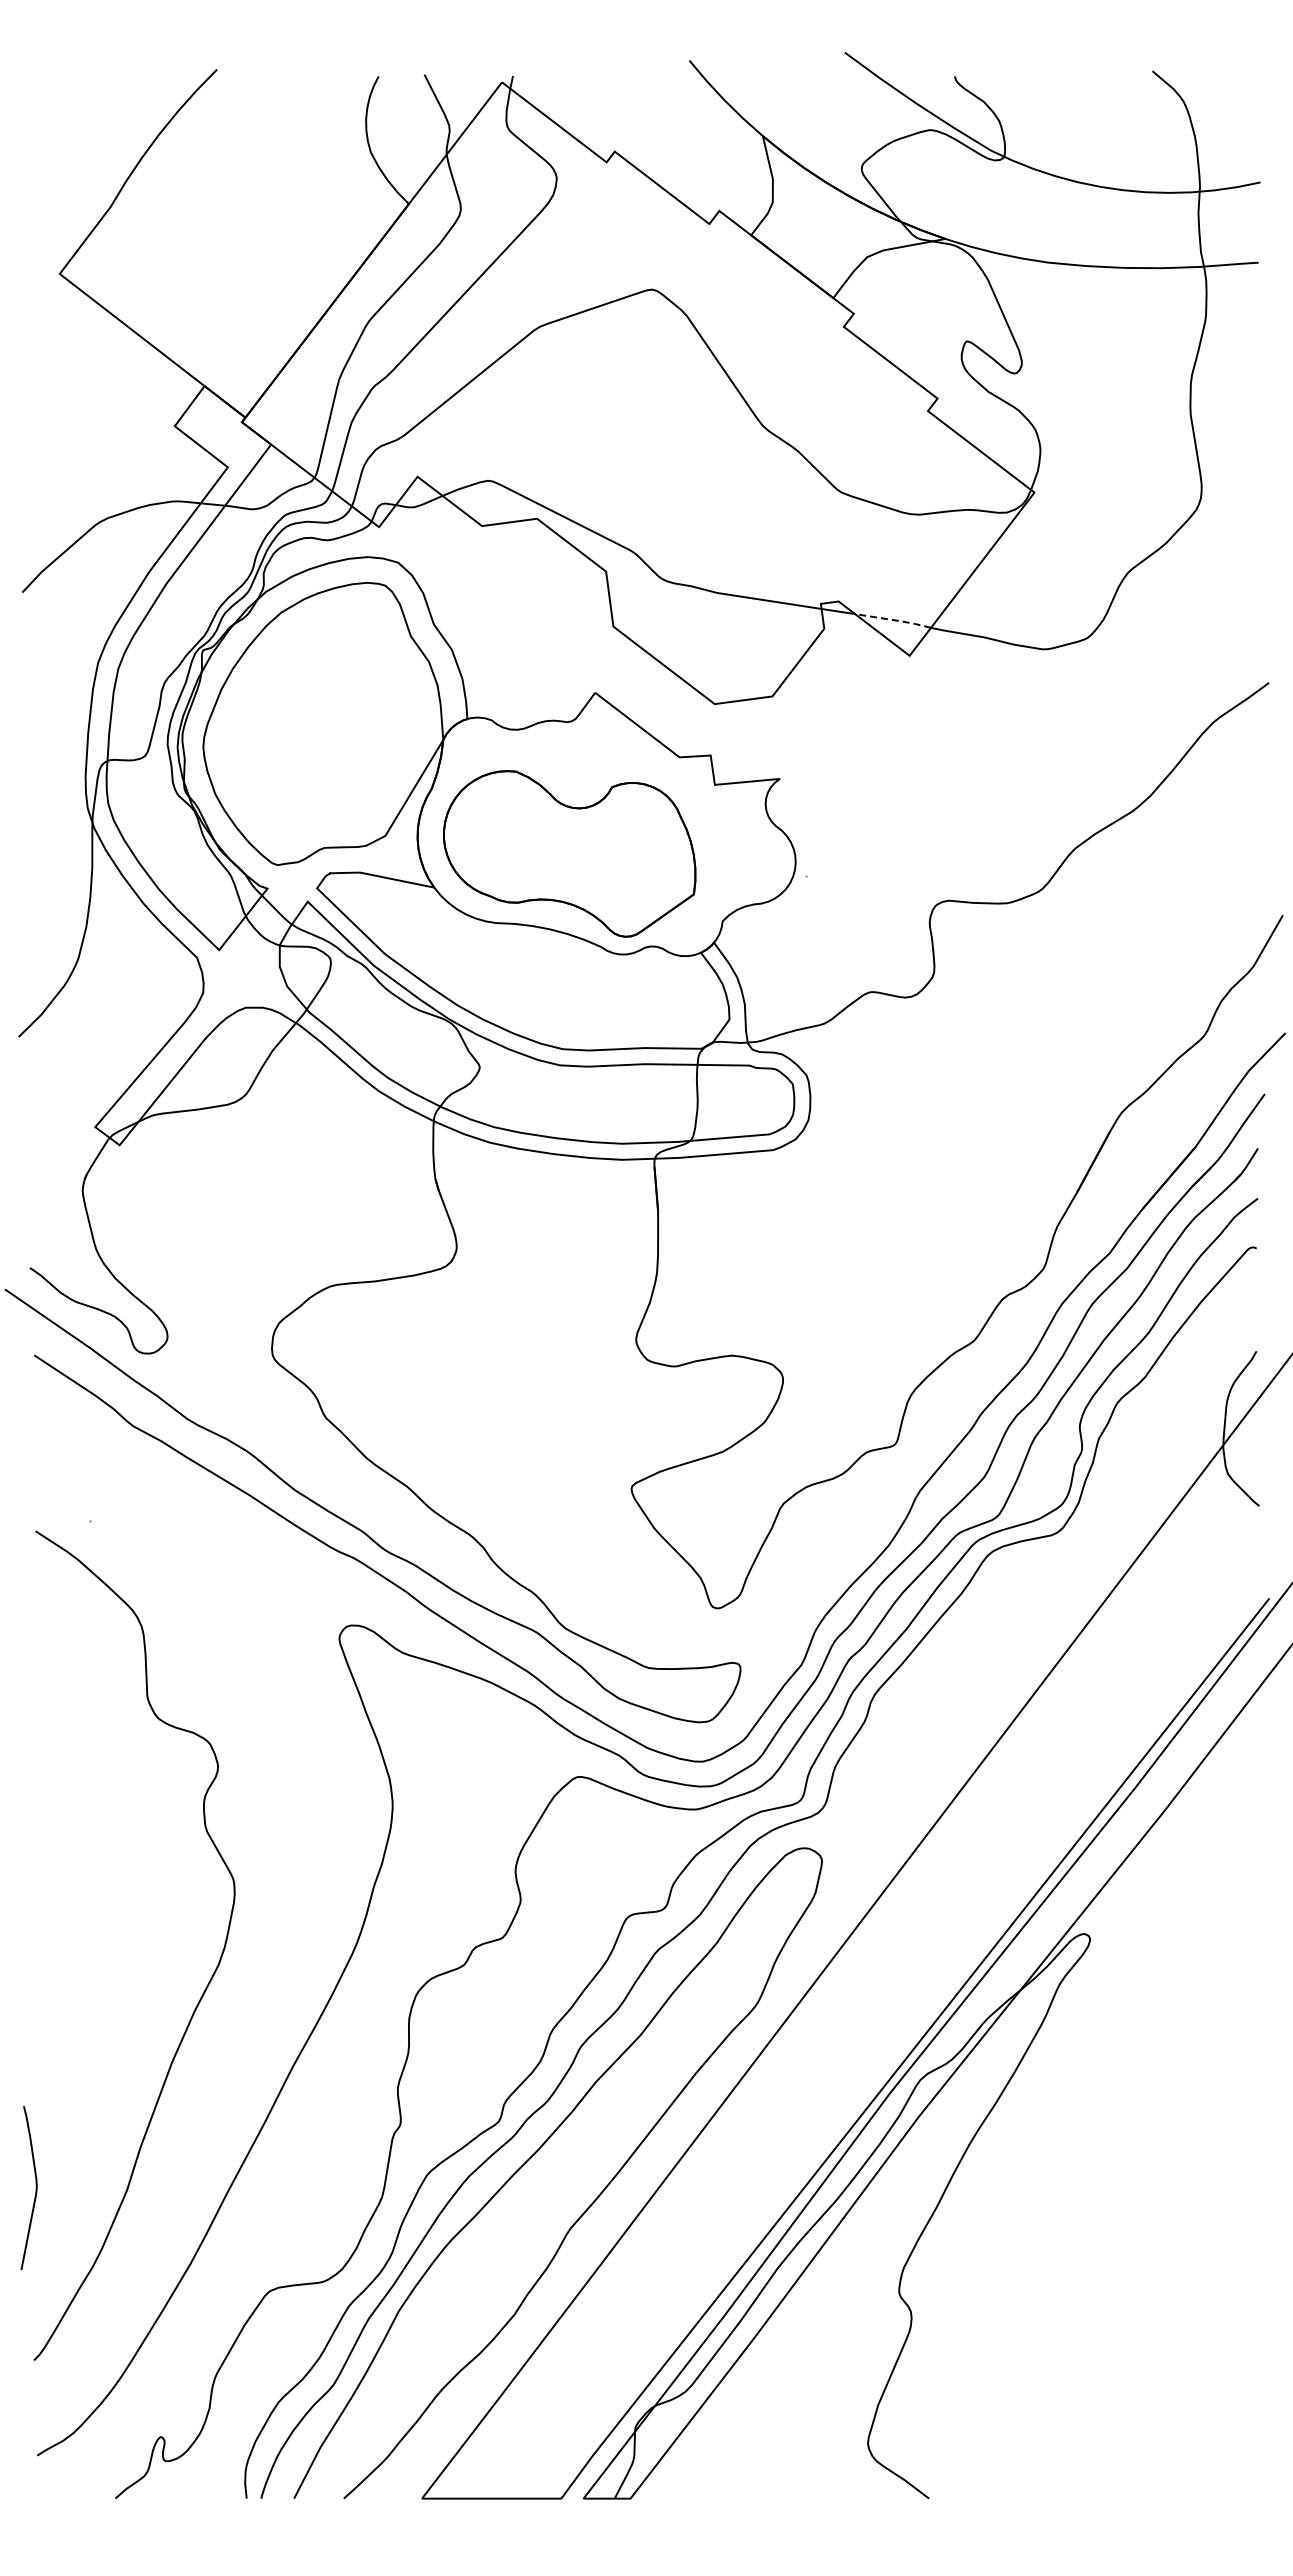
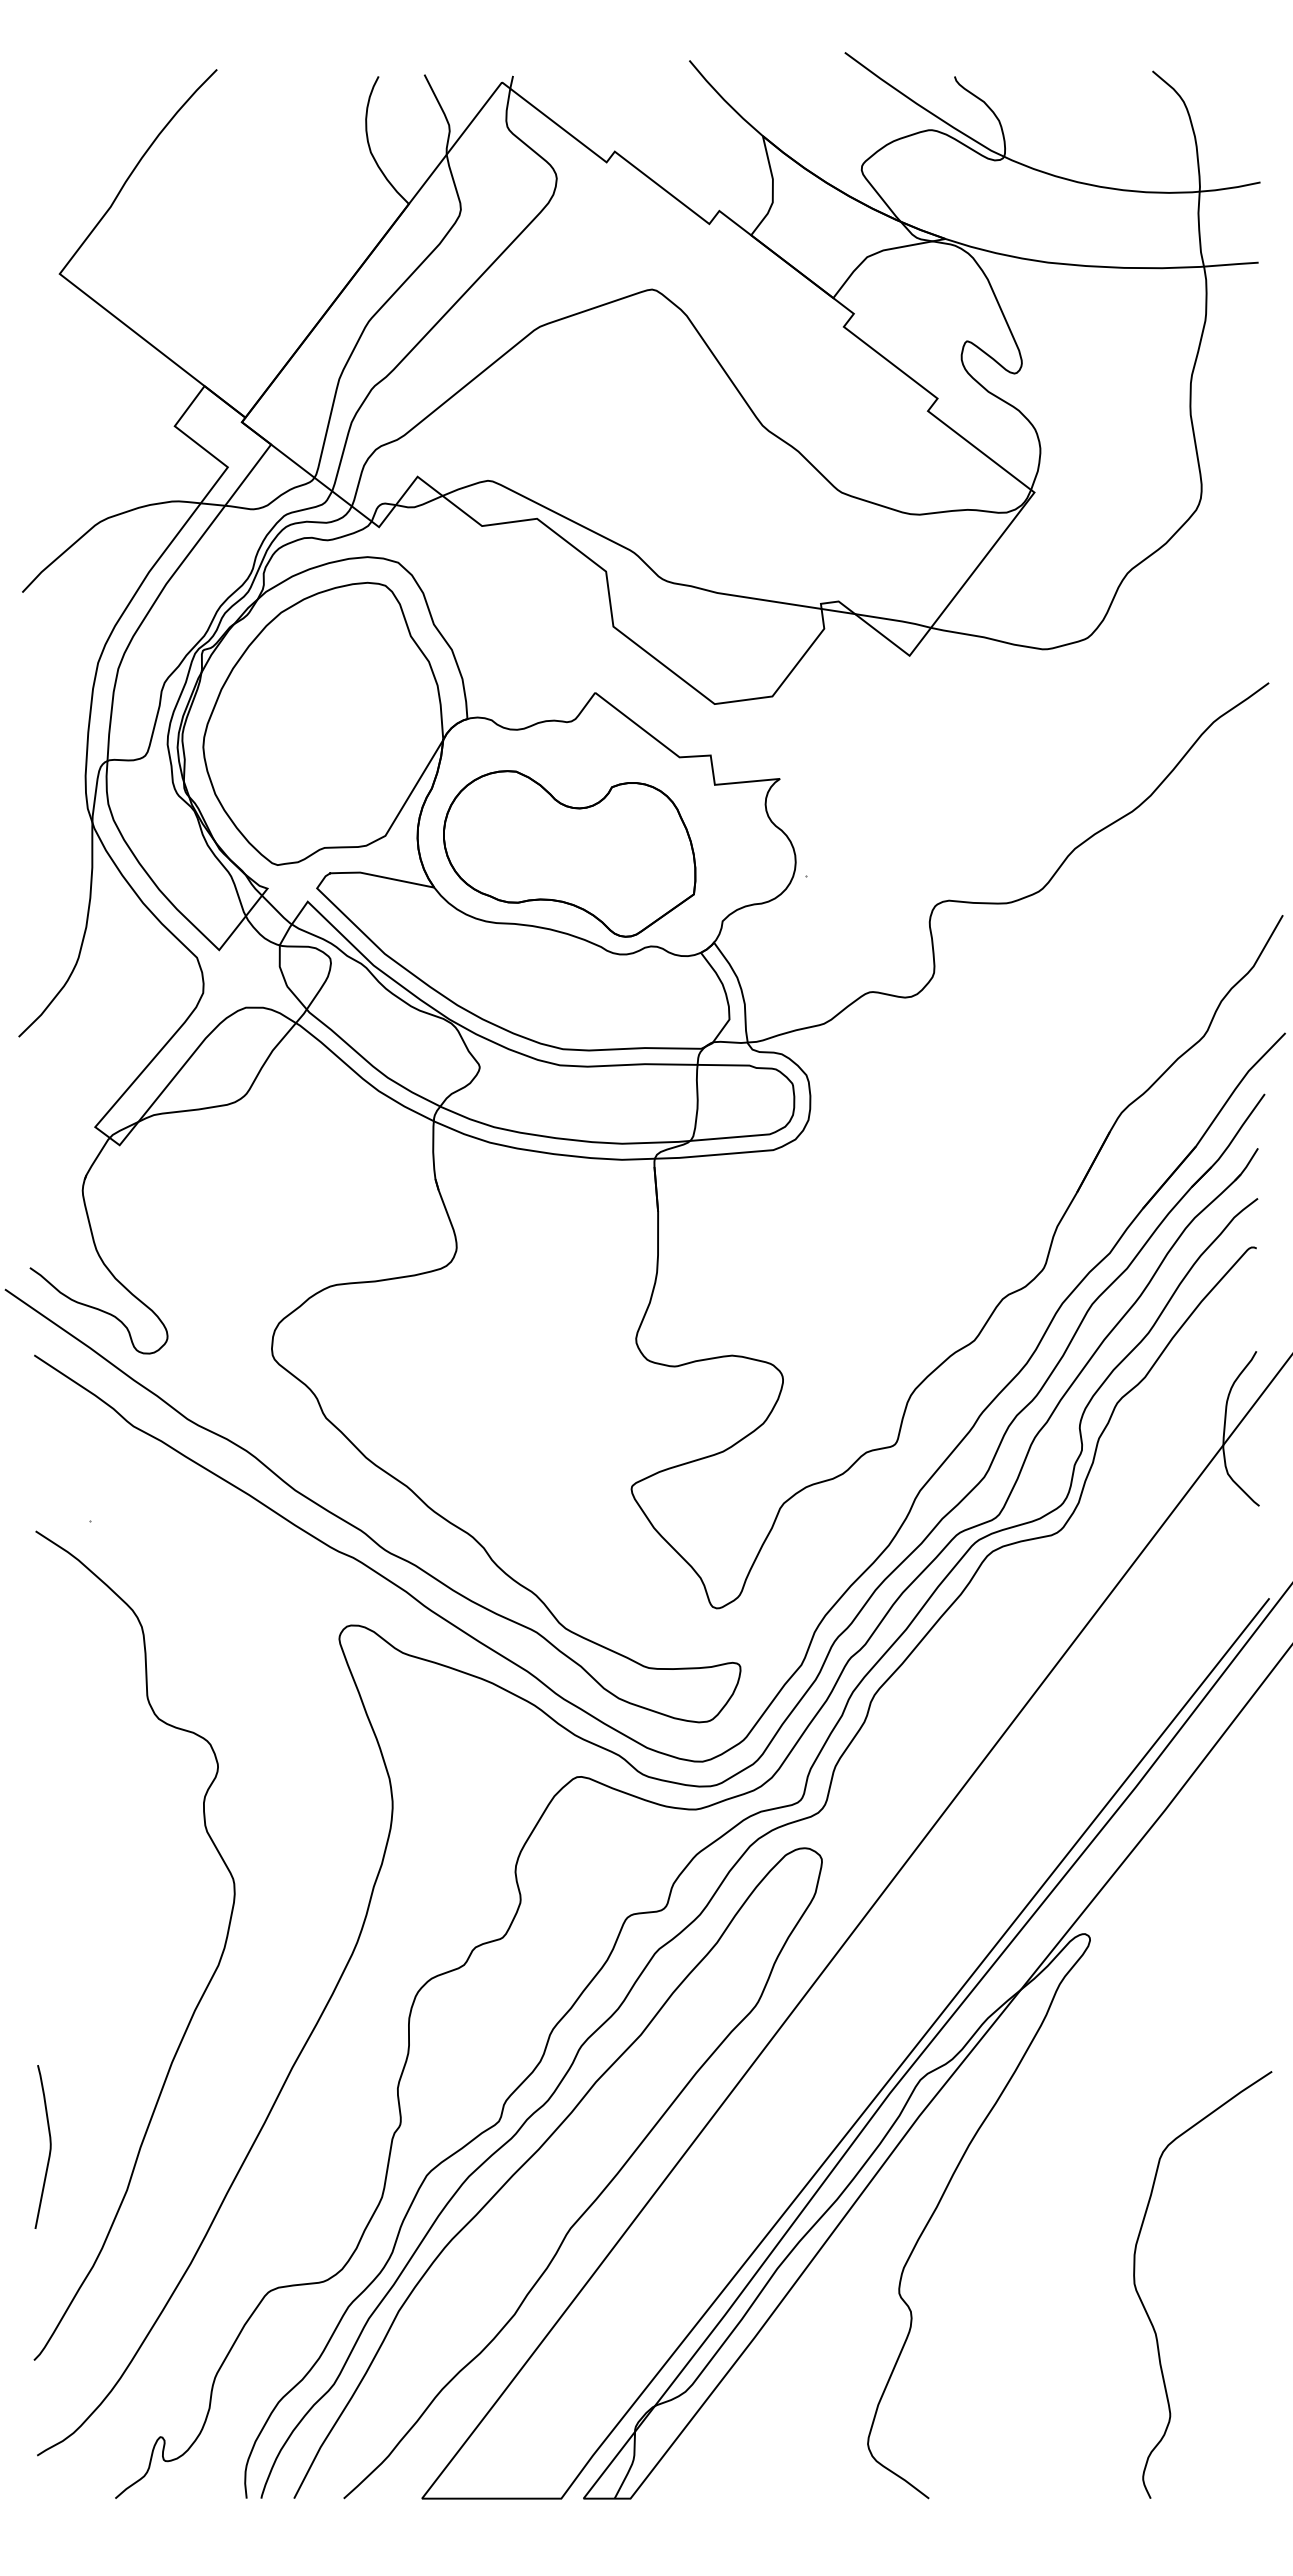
line at (894, 620): dashed -> solid
curve at (35, 2187) position: (35, 2187) -> (49, 2146)
curve at (1146, 2309): none -> present
